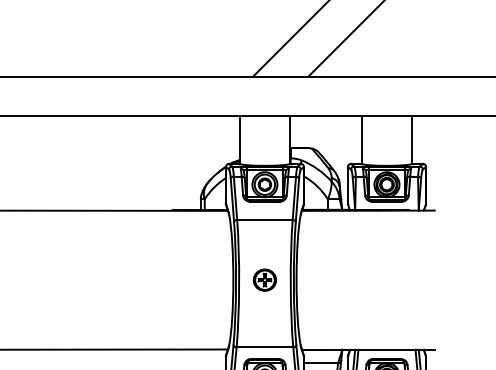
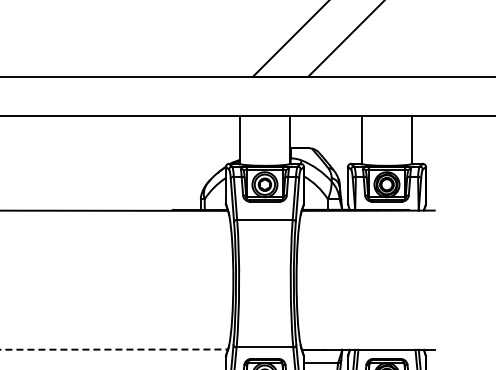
part at (264, 279): present -> none
line at (114, 349): solid -> dashed
